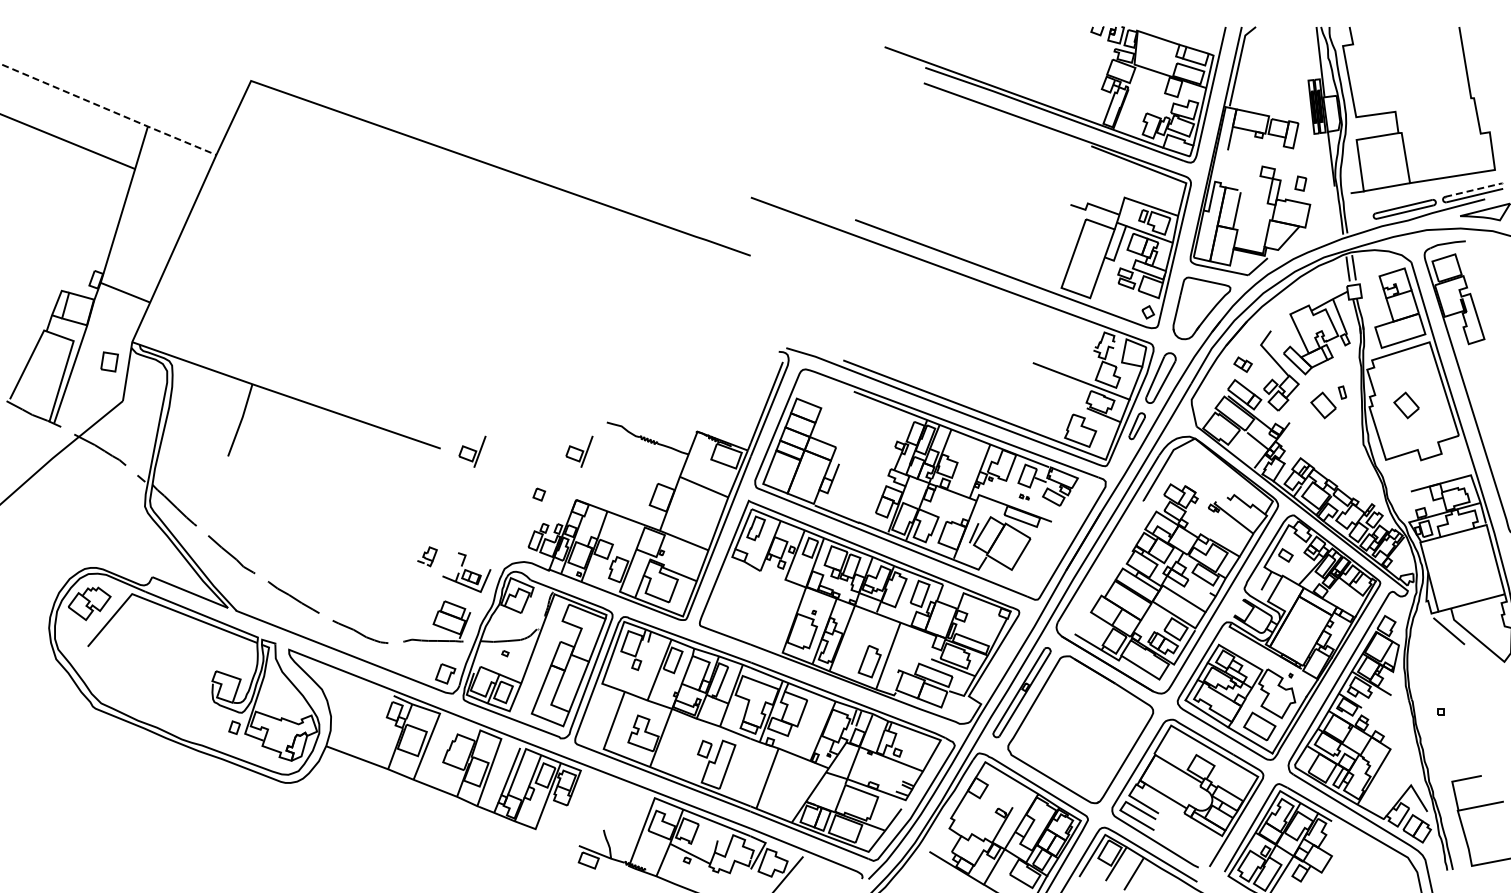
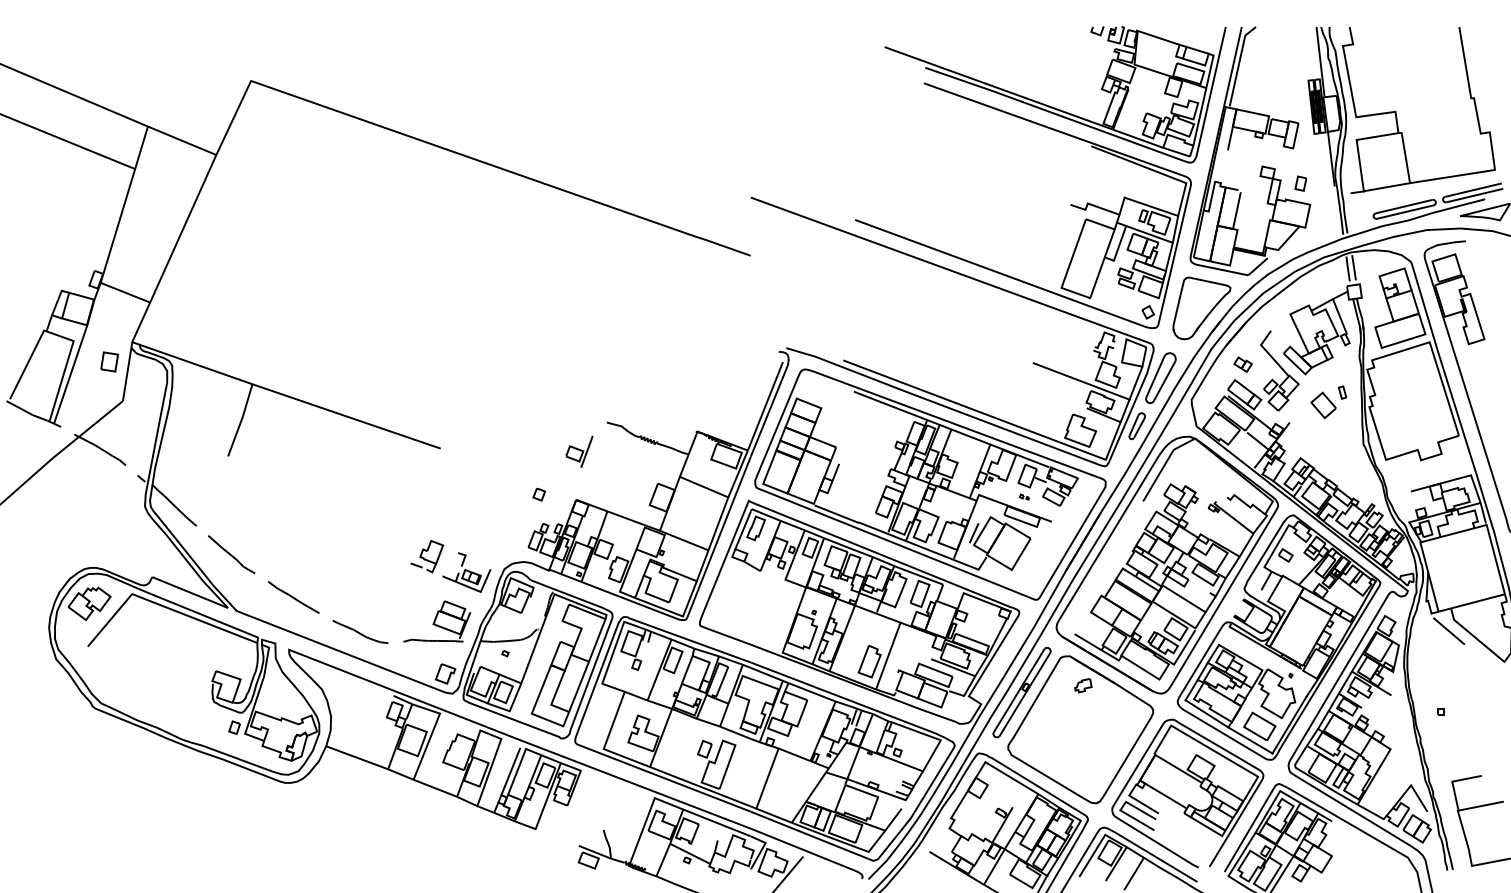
line at (109, 110): dashed -> solid
line at (1474, 190): dashed -> solid
part at (1406, 405): present -> none
part at (472, 451): present -> none
part at (427, 556) size: 21x22 px -> 35x34 px
part at (1083, 685): none -> present
